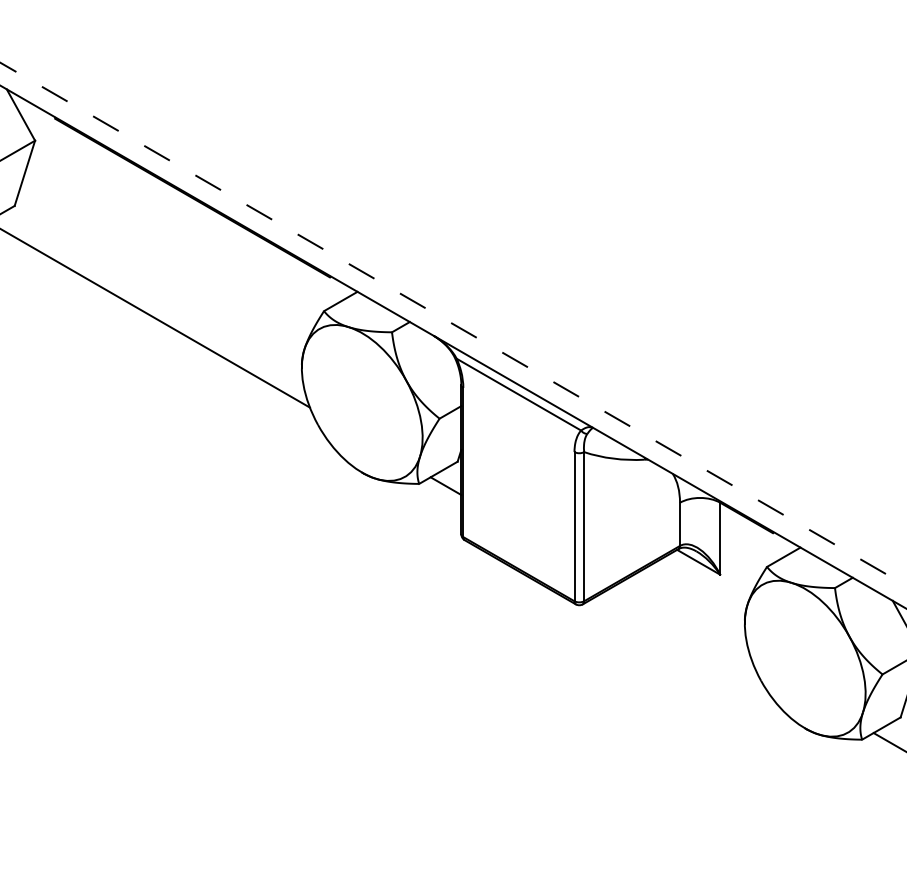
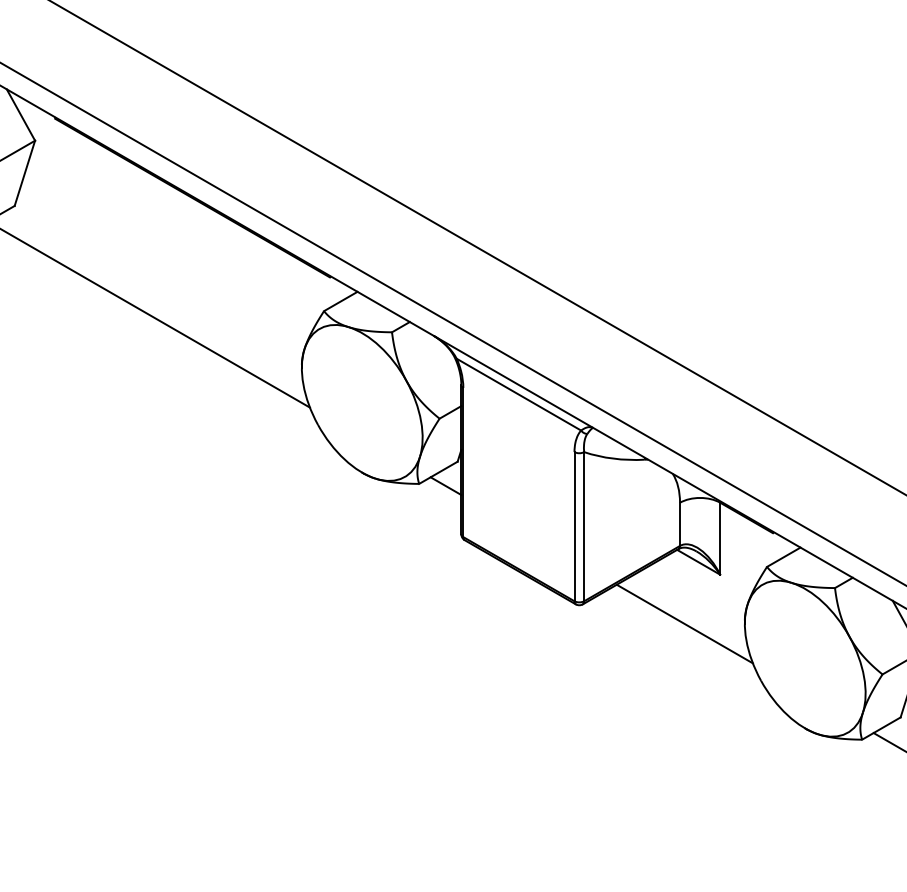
line at (477, 247): none -> present
line at (453, 324): dashed -> solid
line at (684, 623): none -> present
